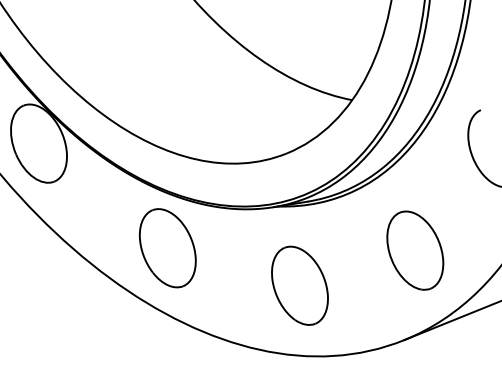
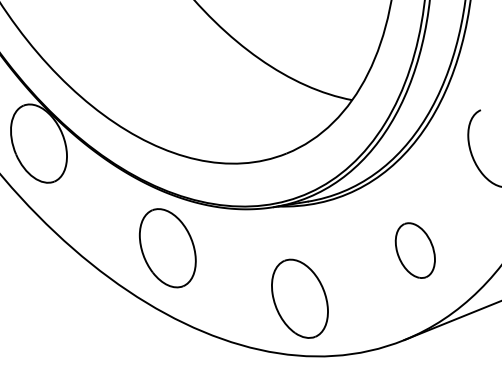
part at (415, 250) size: 59x81 px -> 42x57 px
part at (299, 285) position: (299, 285) -> (299, 298)
